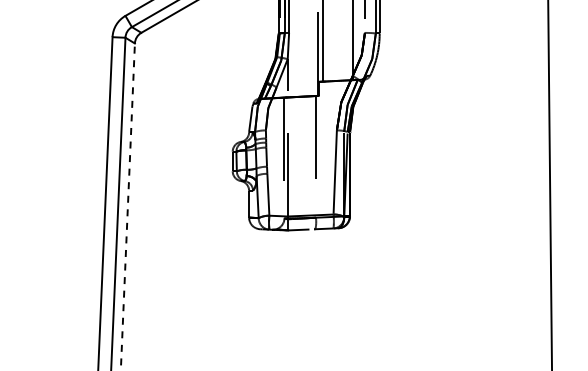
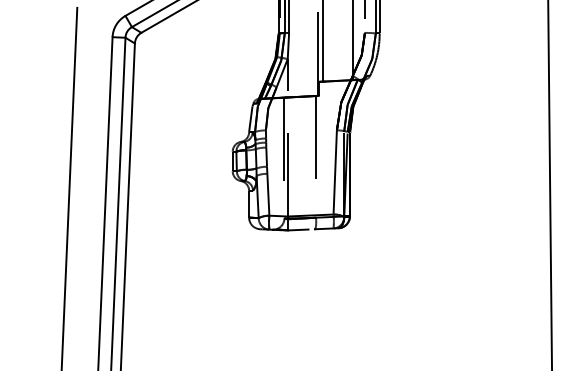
line at (69, 187): none -> present
line at (127, 206): dashed -> solid
